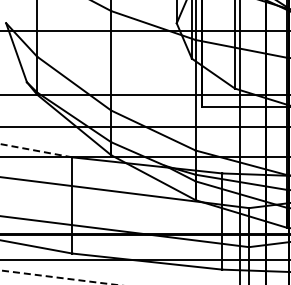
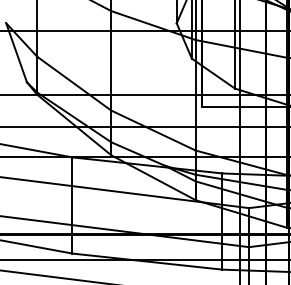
line at (36, 150): dashed -> solid
line at (57, 277): dashed -> solid
